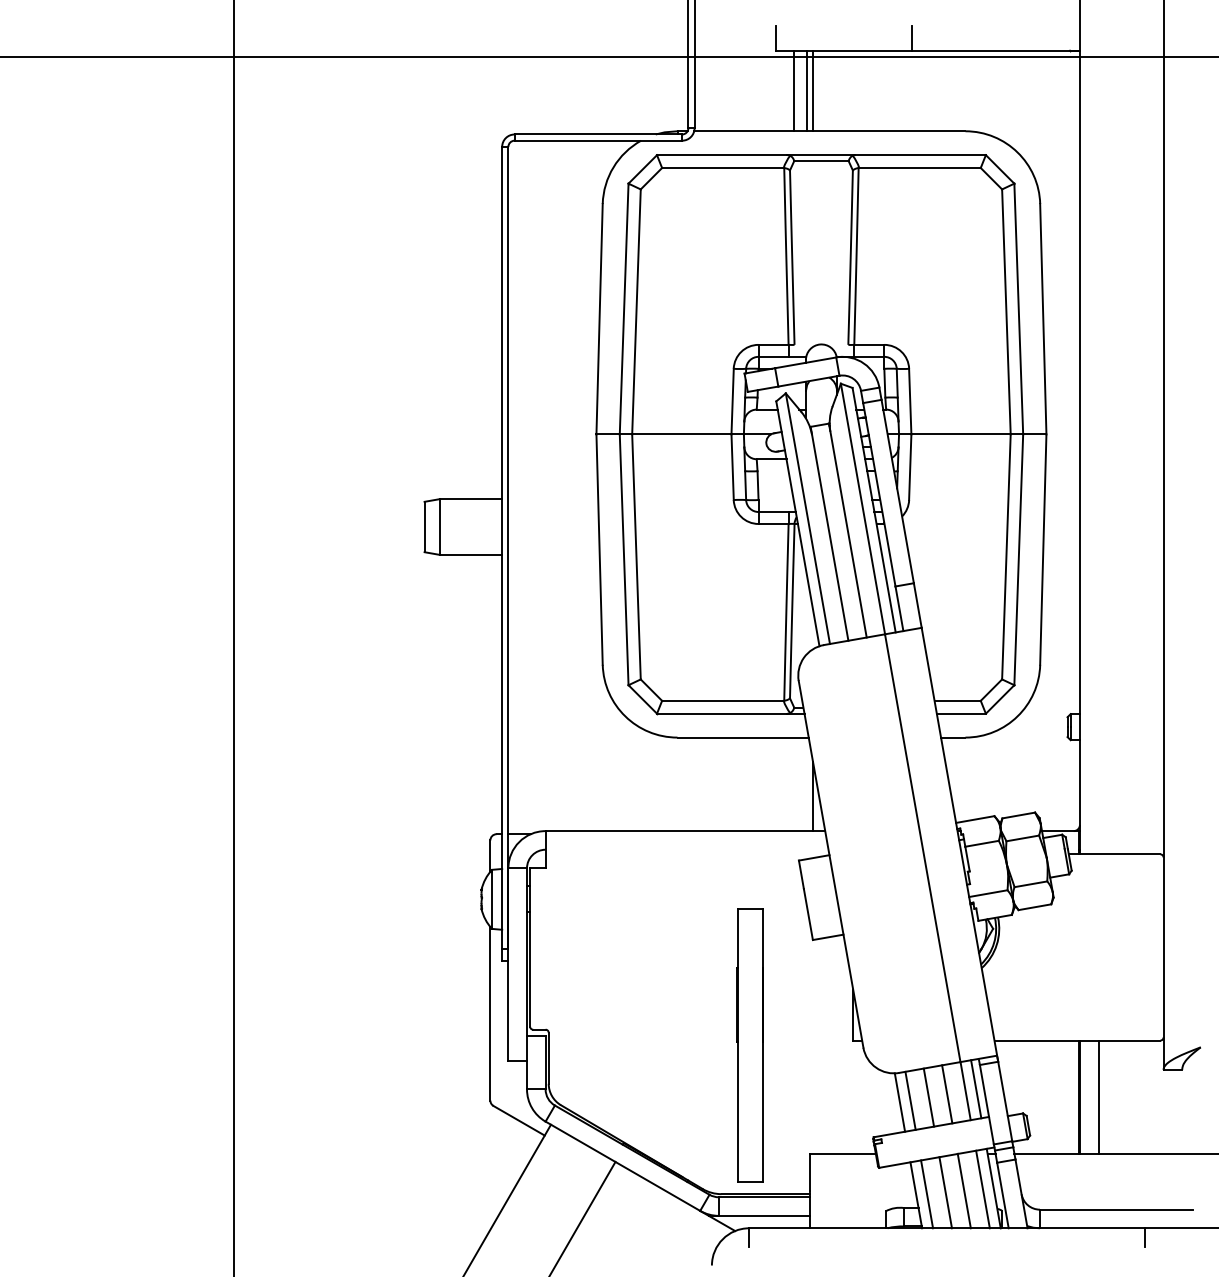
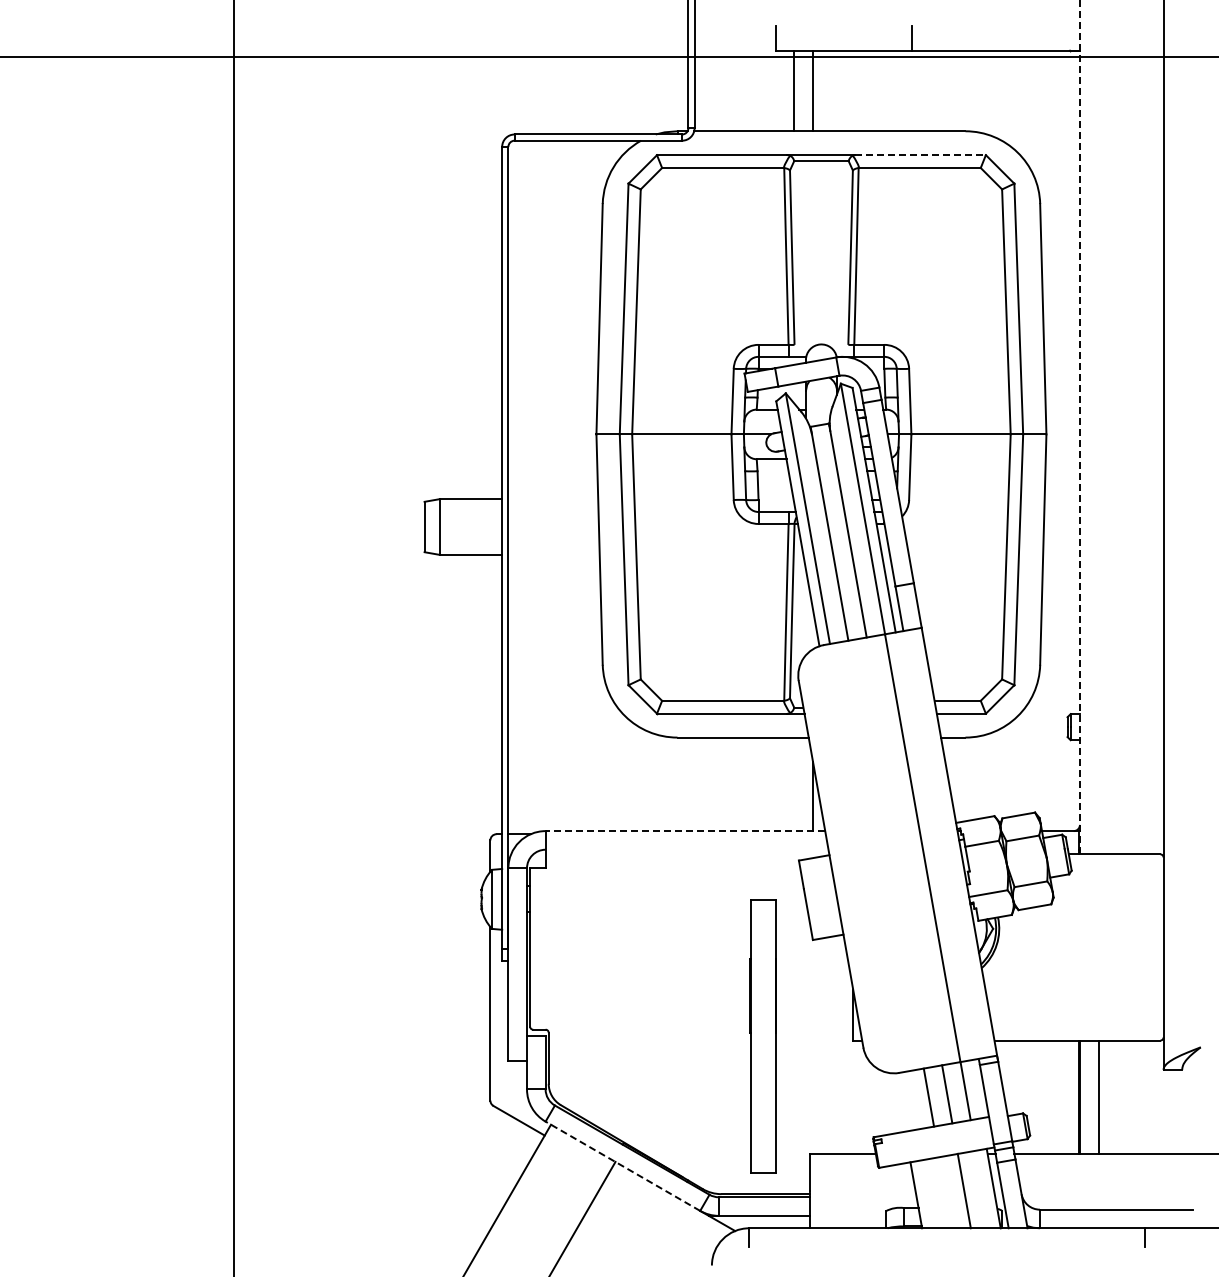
line at (806, 90): present -> none
line at (921, 155): solid -> dashed
line at (1079, 427): solid -> dashed
line at (685, 831): solid -> dashed
part at (749, 1045) position: (749, 1045) -> (762, 1036)
line at (976, 1089): present -> none
line at (910, 1100): present -> none
line at (899, 1102): present -> none
line at (622, 1166): solid -> dashed
line at (982, 1189): present -> none
line at (945, 1192): present -> none
line at (927, 1194): present -> none
